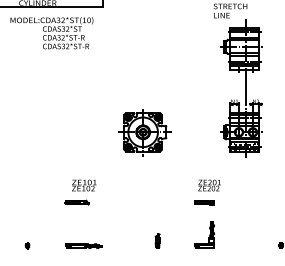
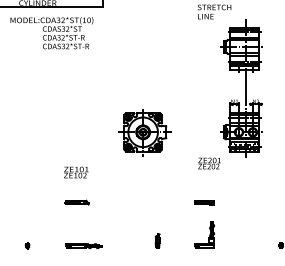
text at (230, 10) position: (230, 10) -> (214, 11)
text at (84, 185) position: (84, 185) -> (76, 172)
text at (209, 185) position: (209, 185) -> (209, 163)
